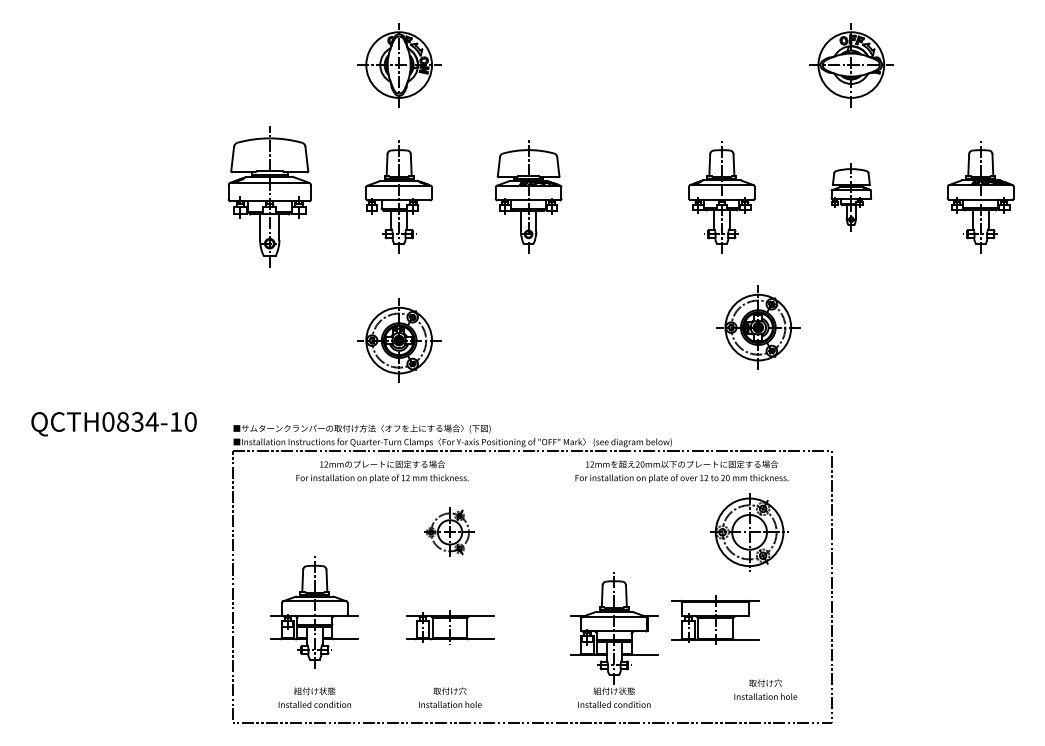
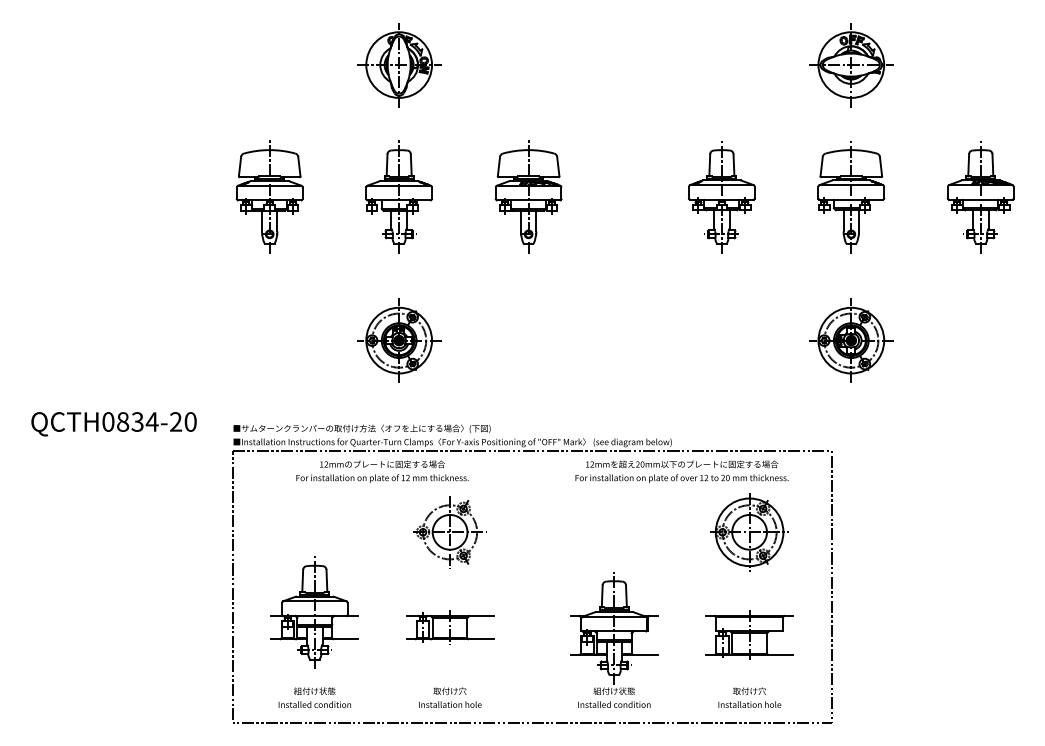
part at (269, 196) size: 85x142 px -> 69x114 px
part at (851, 197) size: 43x69 px -> 69x113 px
part at (758, 327) position: (758, 327) -> (851, 340)
text at (176, 421): QCTH0834-10 -> QCTH0834-20
part at (449, 531) size: 51x50 px -> 74x73 px
part at (715, 619) position: (715, 619) -> (749, 634)
text at (765, 689) position: (765, 689) -> (749, 697)
